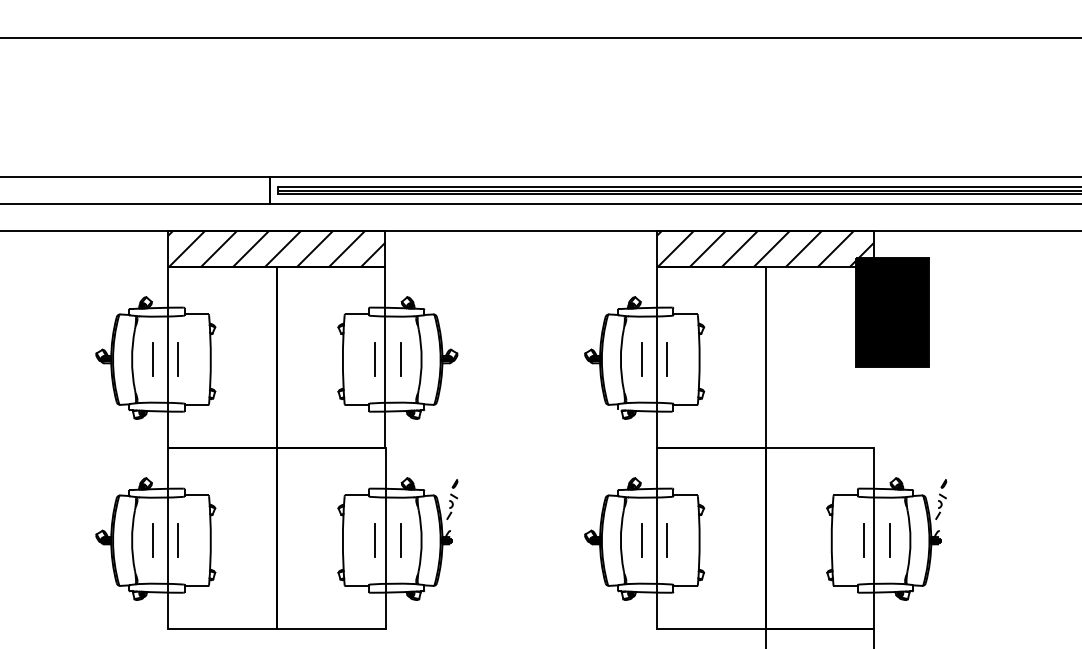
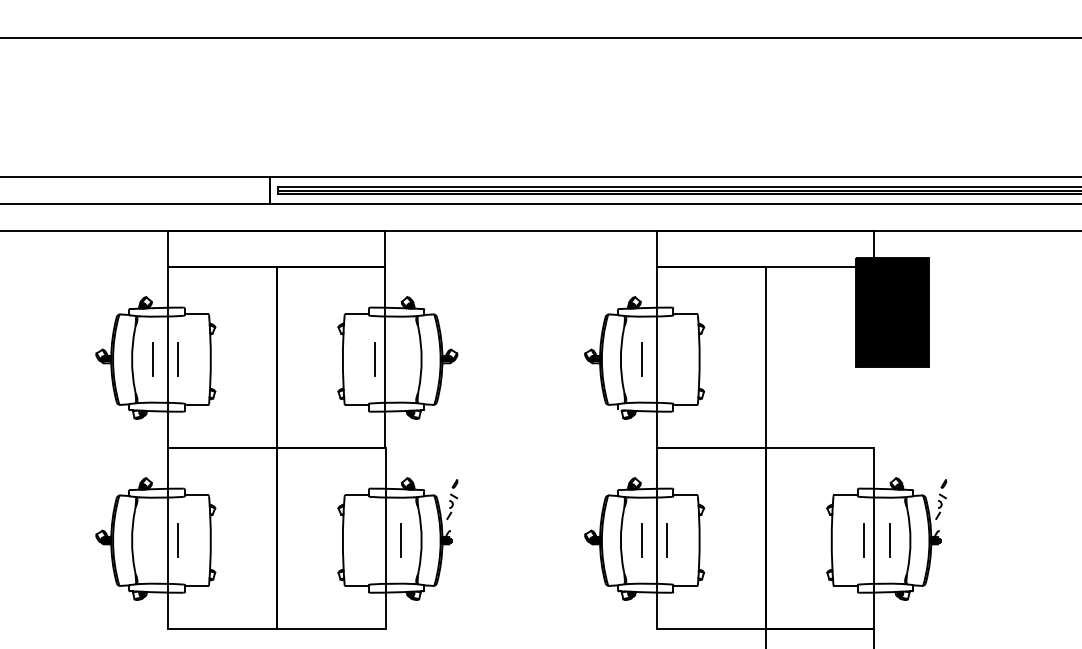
hatch at (276, 249): present -> none
hatch at (765, 249): present -> none
line at (400, 359): present -> none
line at (666, 359): present -> none
line at (152, 540): present -> none
line at (375, 540): present -> none
